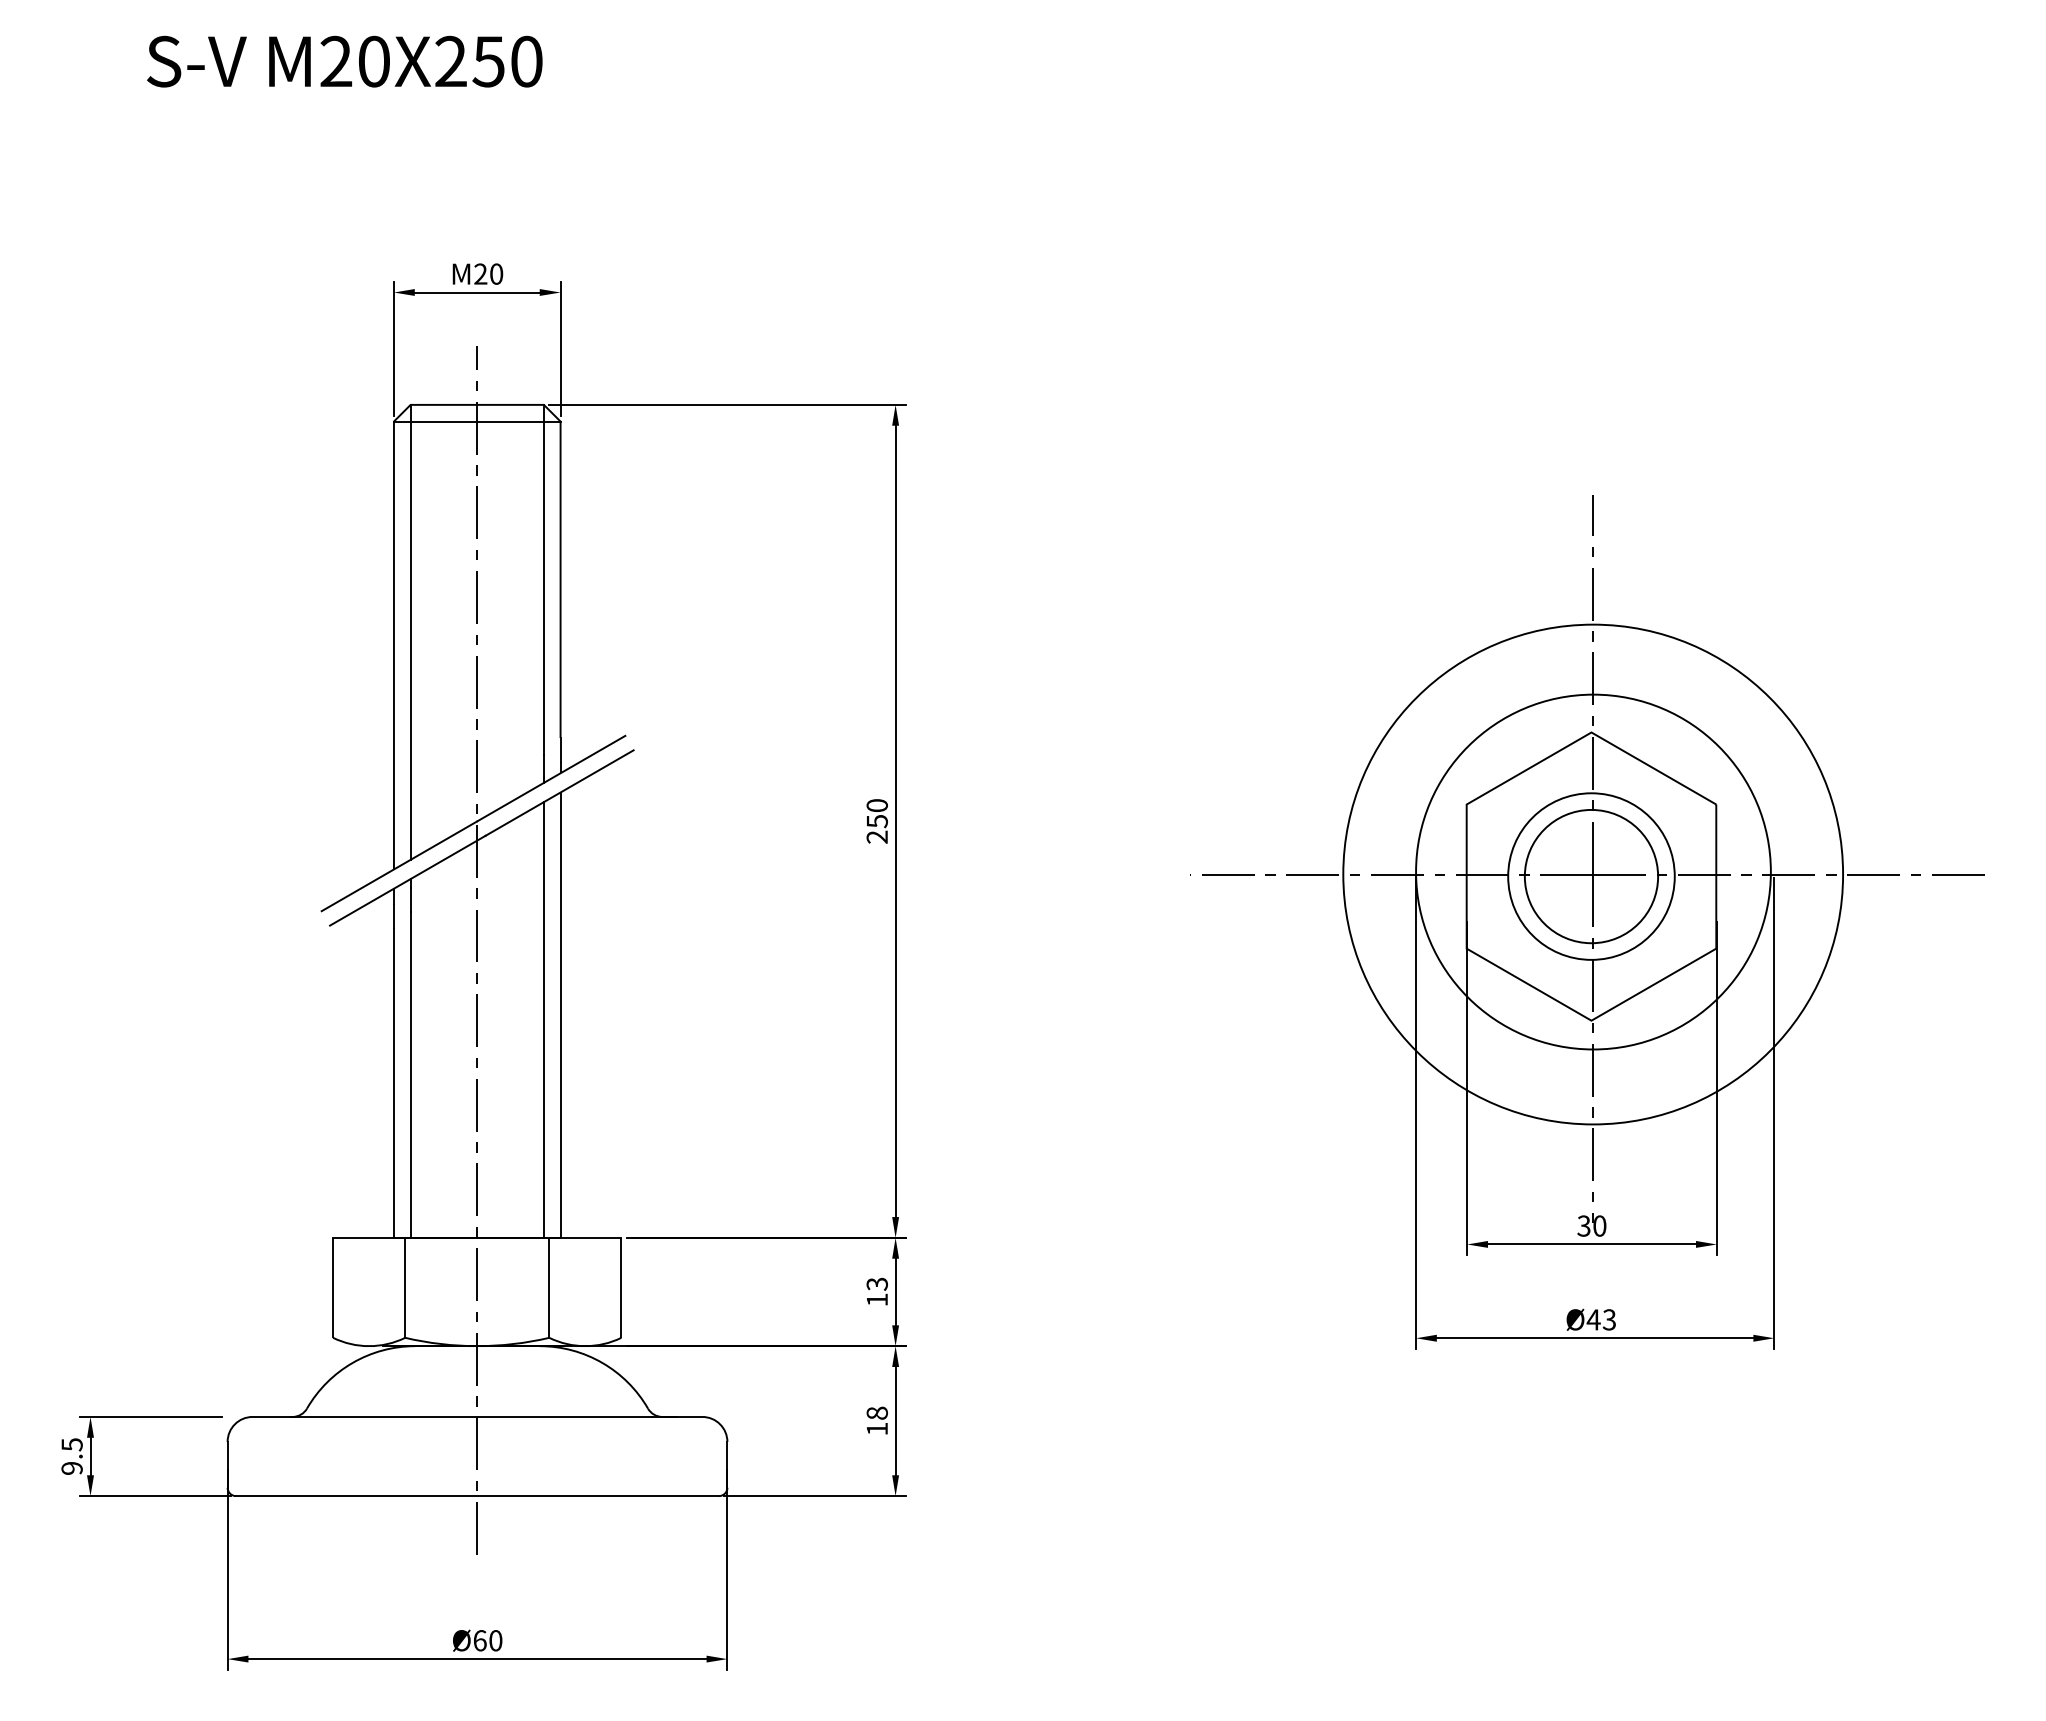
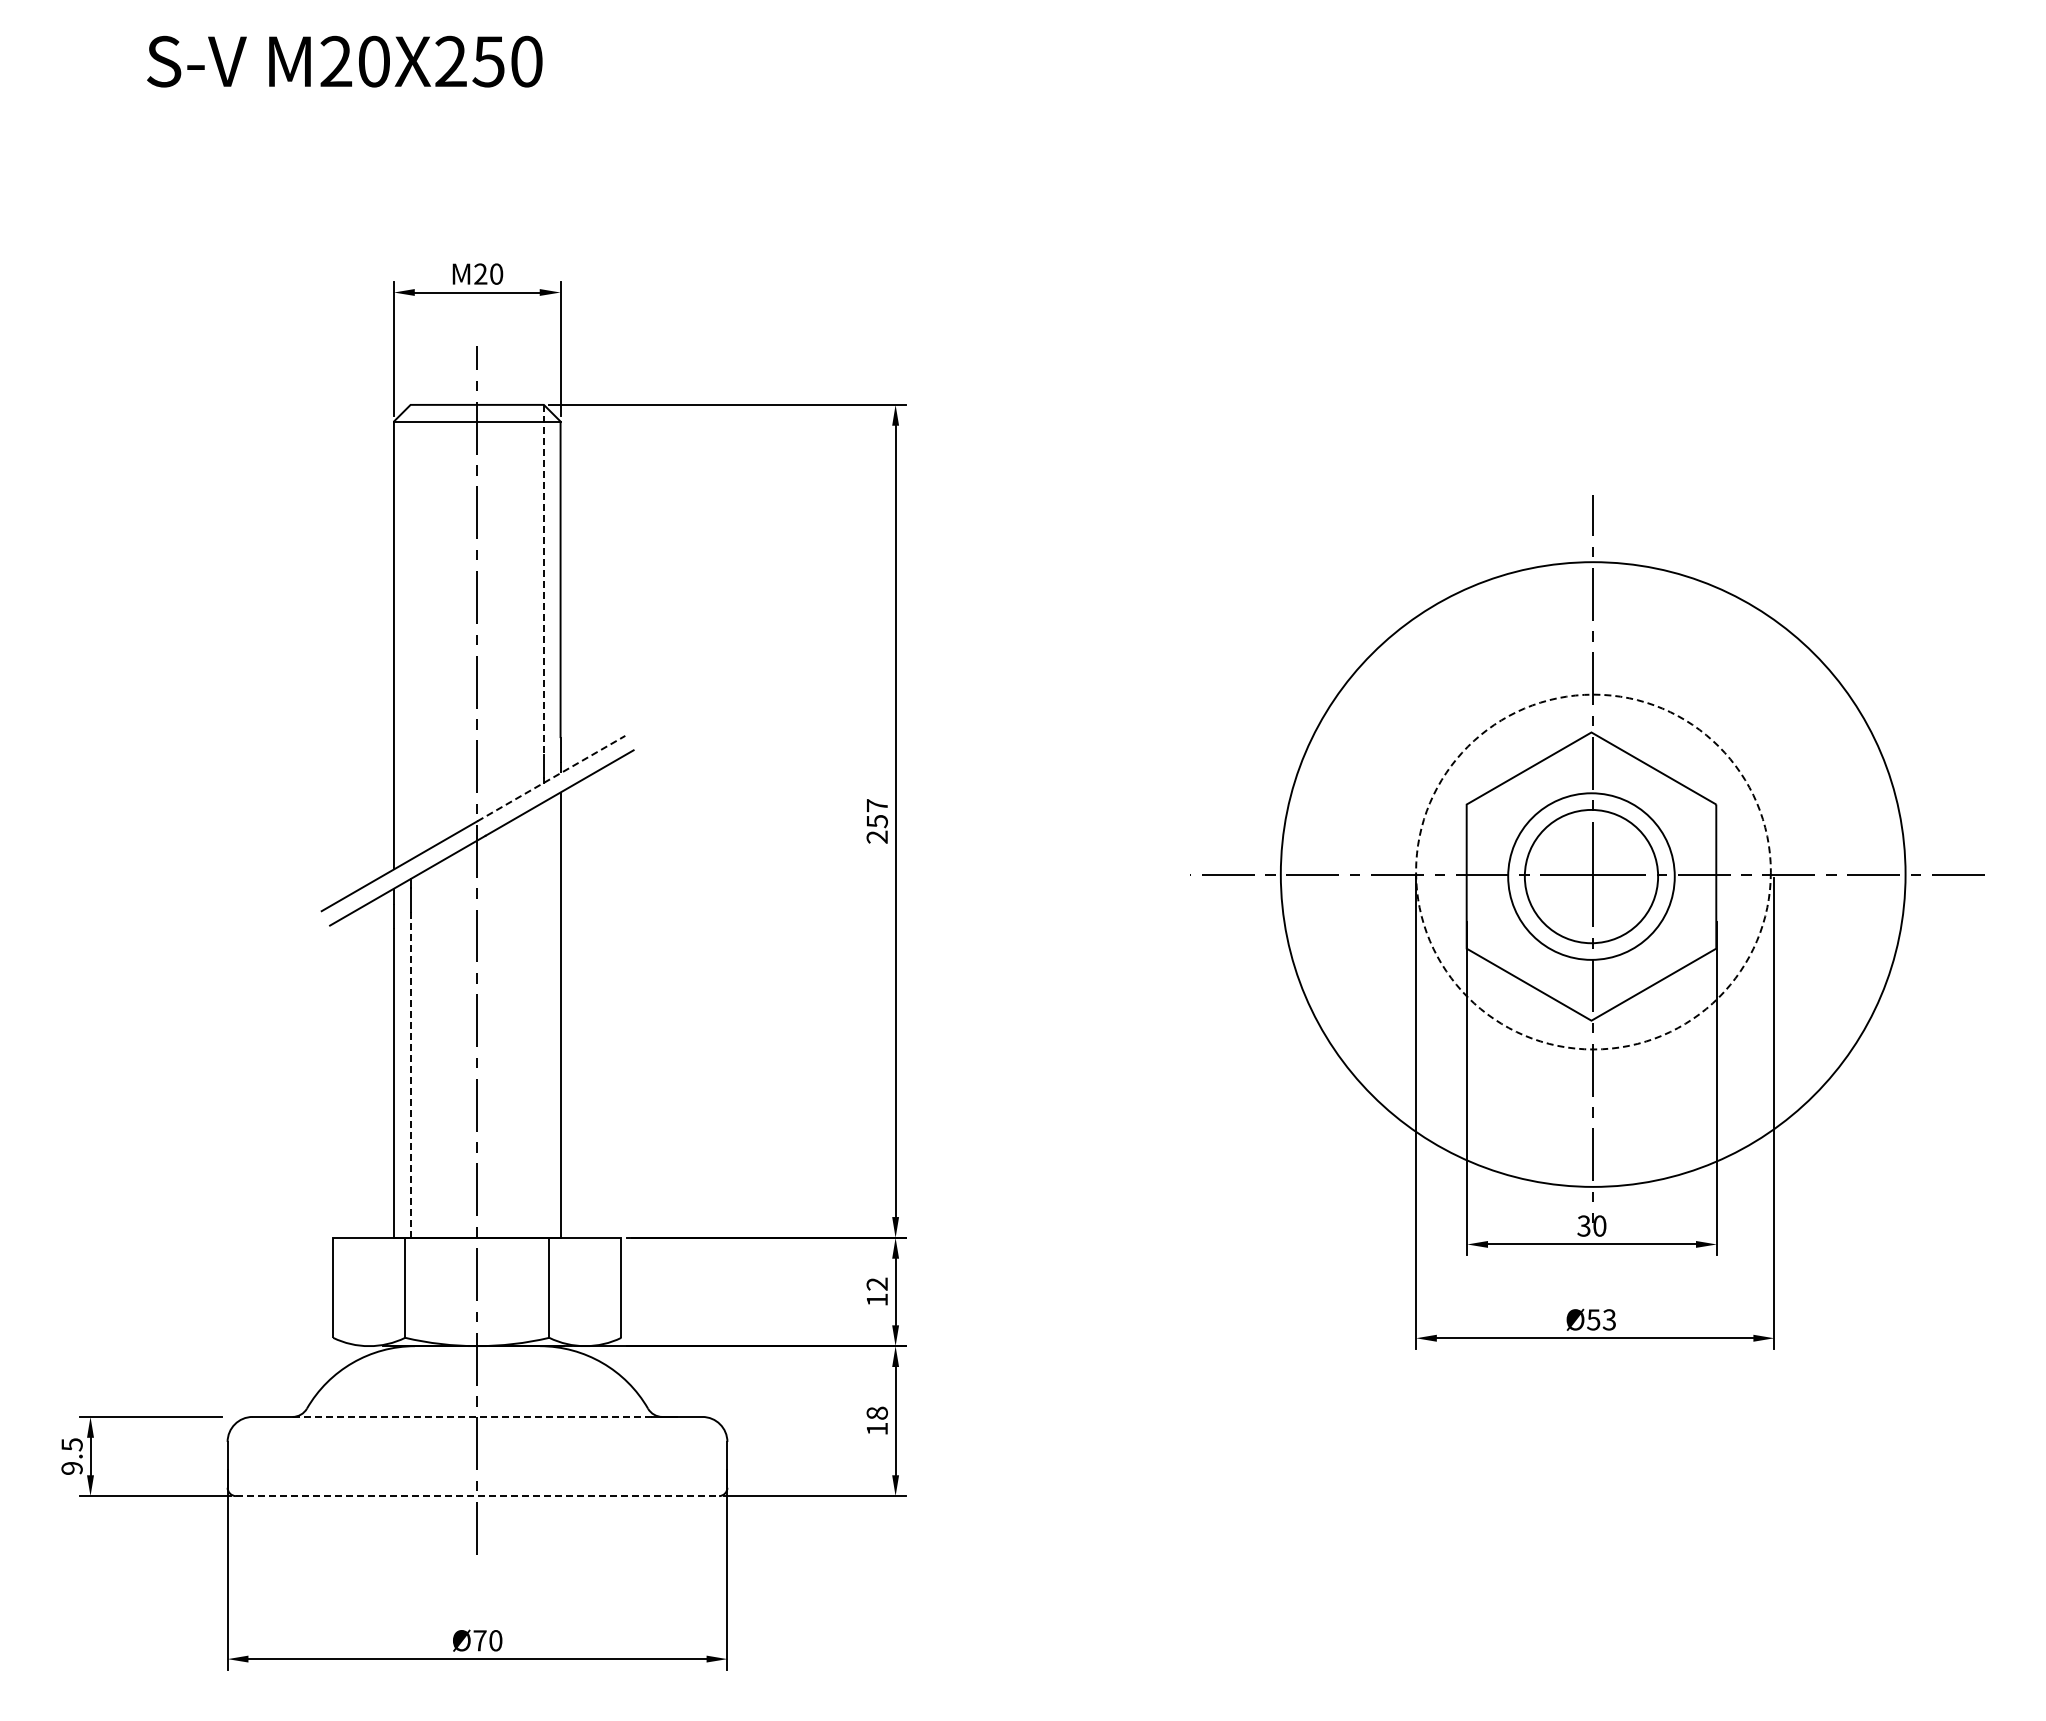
line at (543, 579): solid -> dashed
line at (410, 631): present -> none
line at (551, 778): solid -> dashed
text at (876, 805): 250 -> 257
circle at (1593, 871): solid -> dashed
circle at (1593, 874) diameter: 500 px -> 625 px
line at (543, 1019): present -> none
line at (410, 1075): solid -> dashed
text at (877, 1283): 13 -> 12
text at (1593, 1319): Ø43 -> Ø53
line at (471, 1416): solid -> dashed
line at (477, 1496): solid -> dashed
text at (479, 1640): Ø60 -> Ø70
